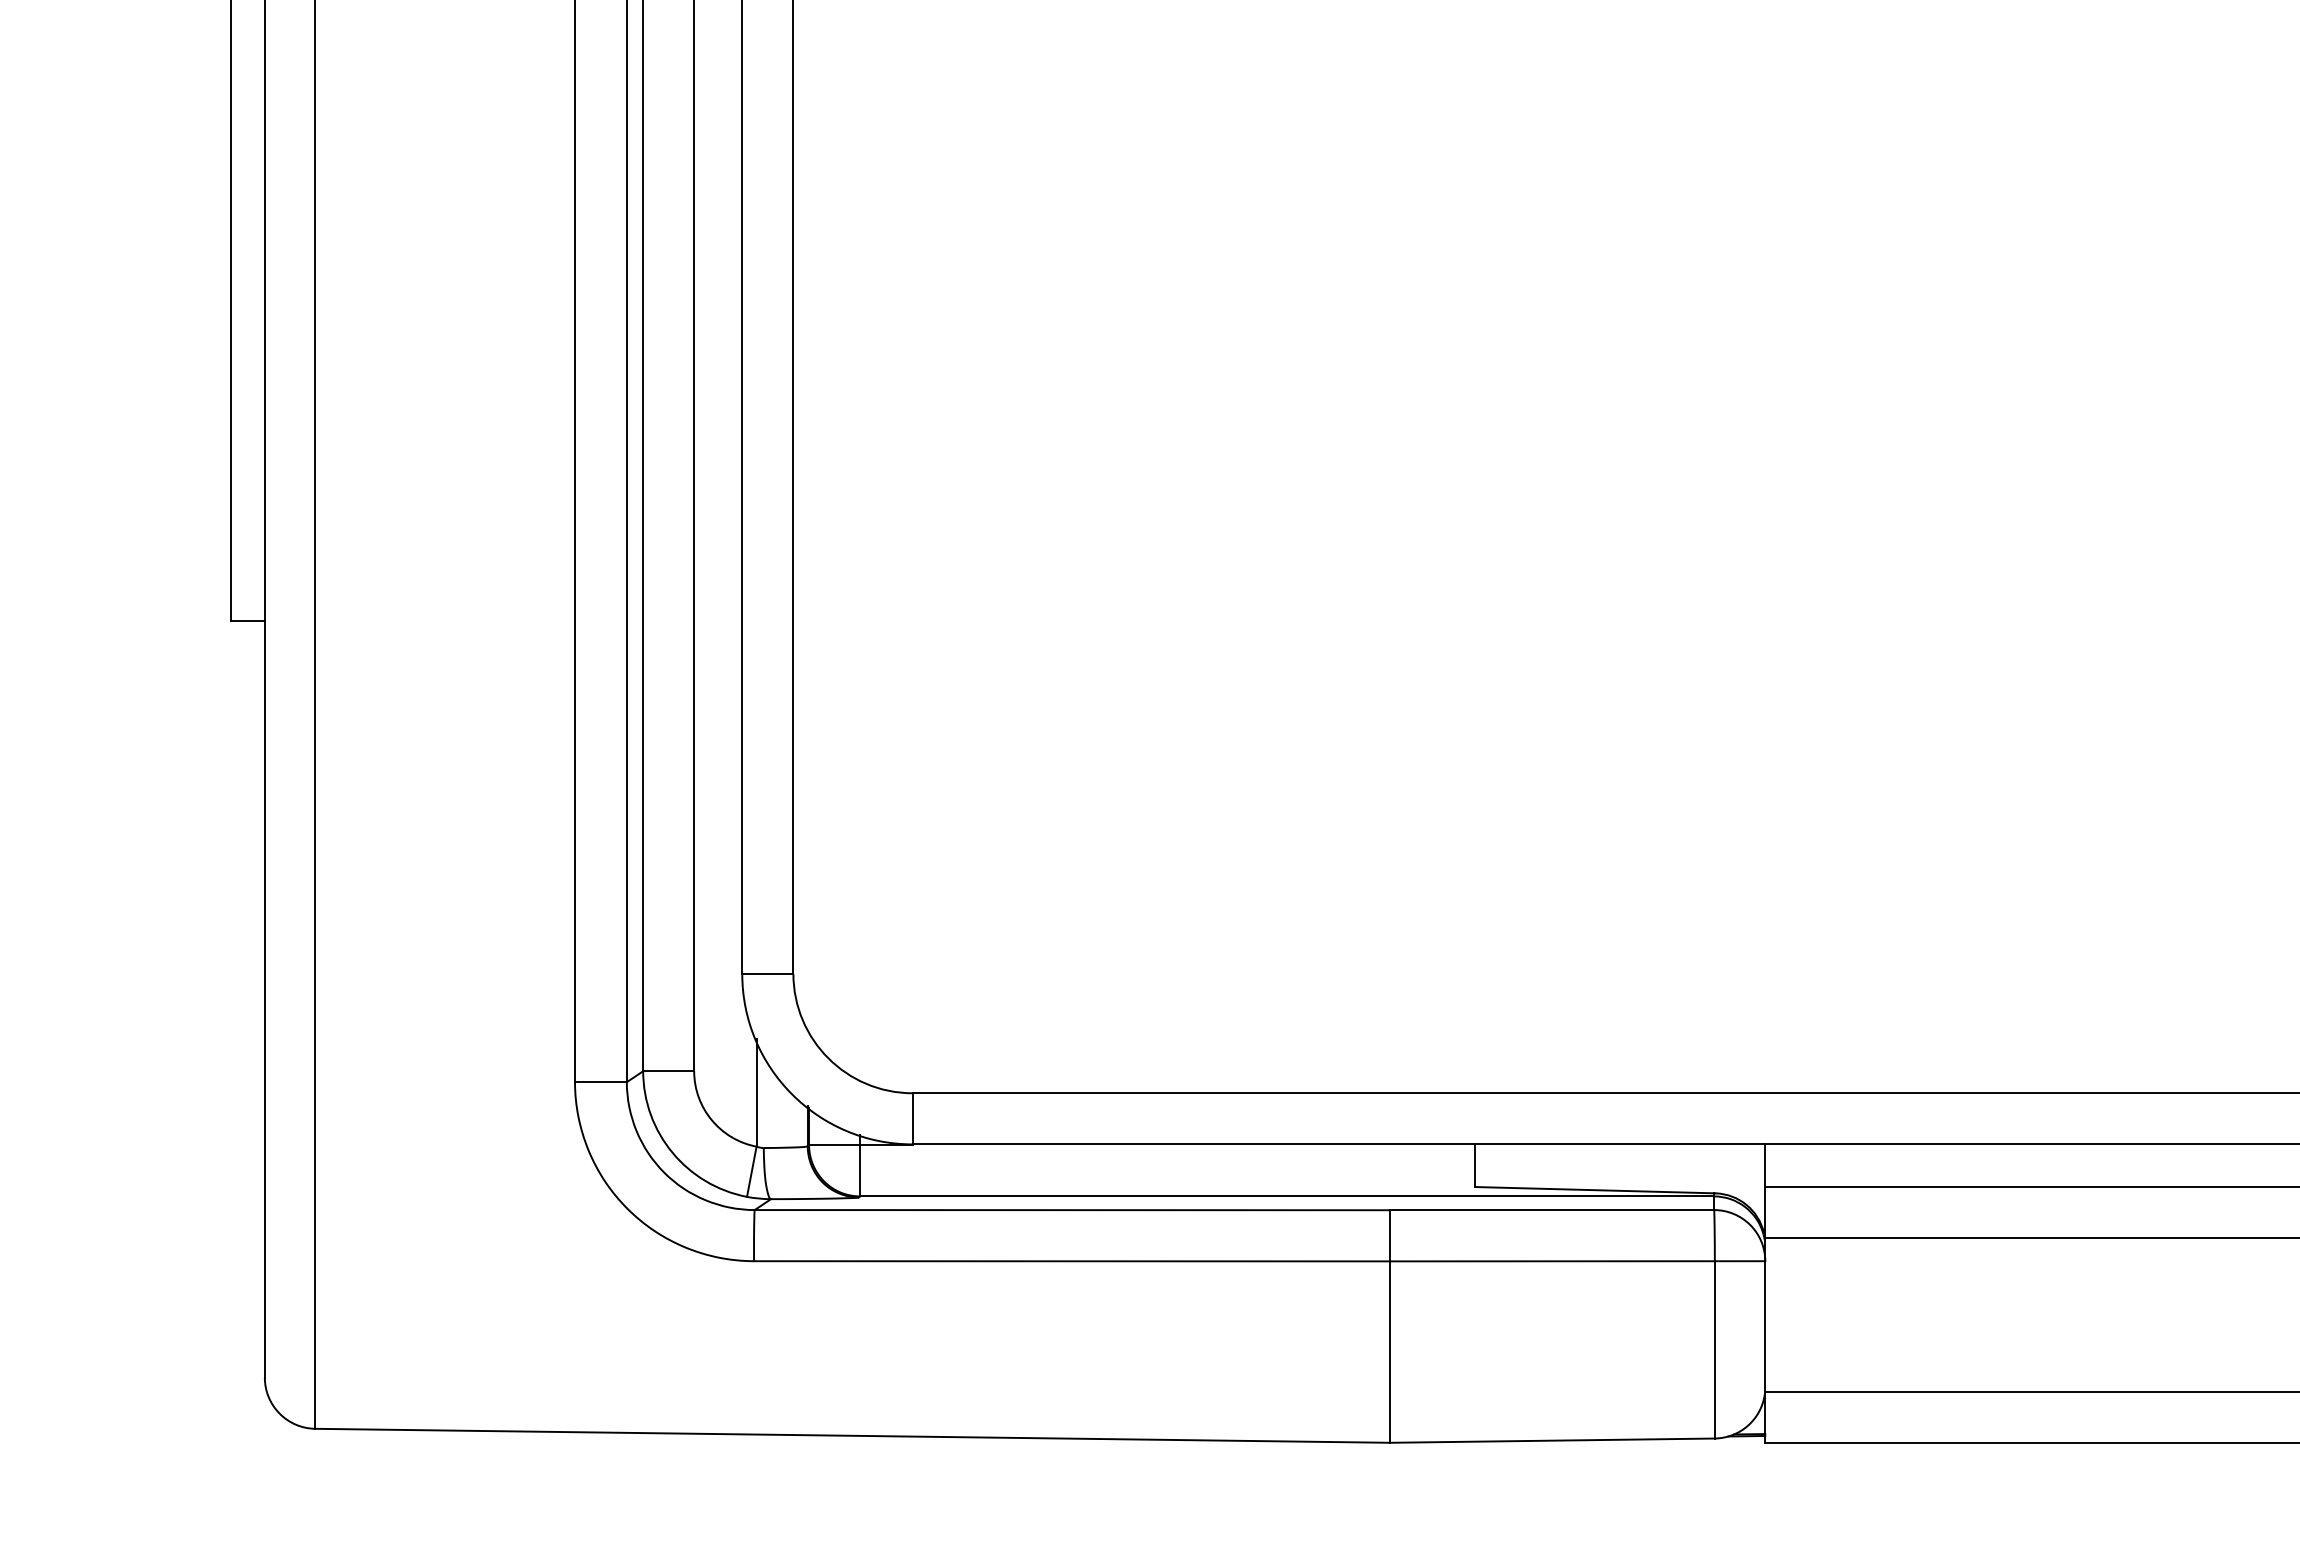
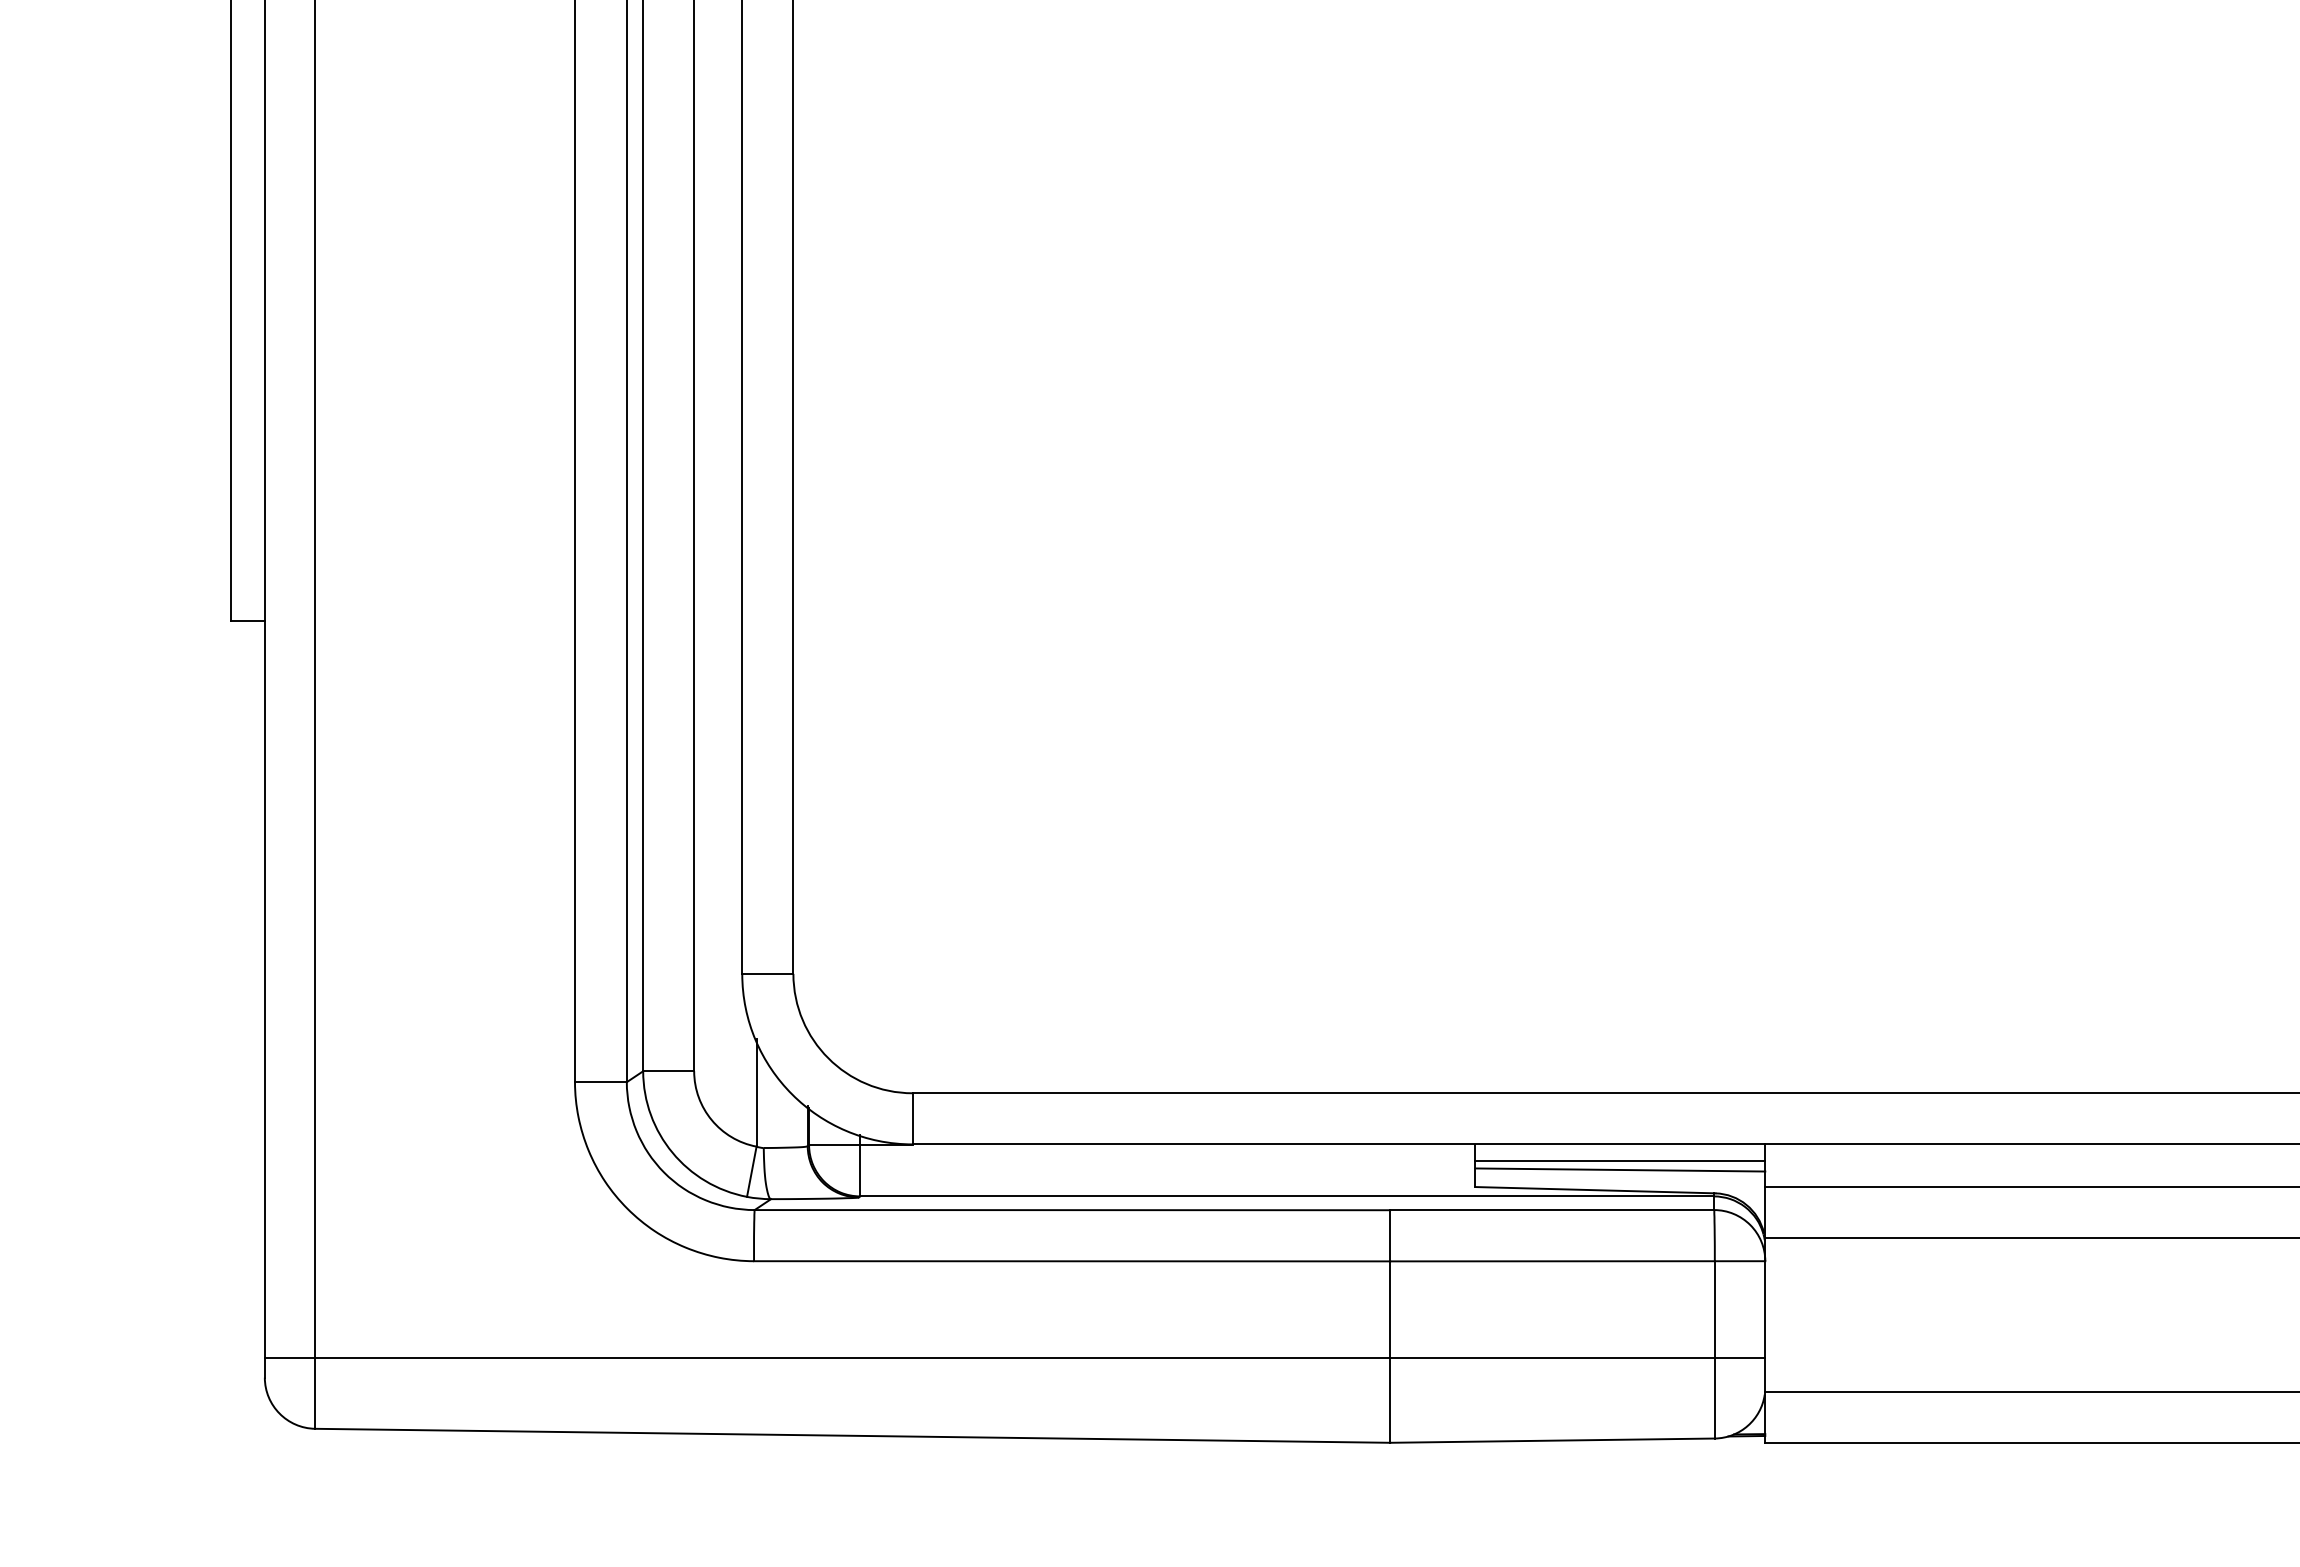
line at (1620, 1161): none -> present
line at (1620, 1169): none -> present
line at (1014, 1357): none -> present
